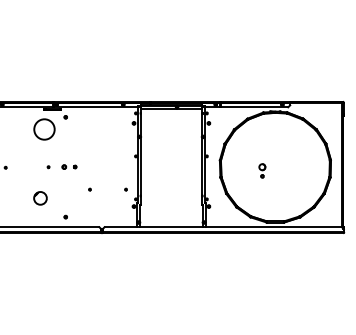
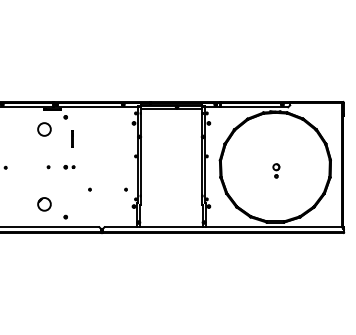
circle at (44, 129) size: 23x23 px -> 15x15 px
line at (72, 138): none -> present
part at (69, 166) size: 17x6 px -> 13x5 px
part at (262, 170) position: (262, 170) -> (276, 170)
circle at (40, 198) position: (40, 198) -> (44, 204)
